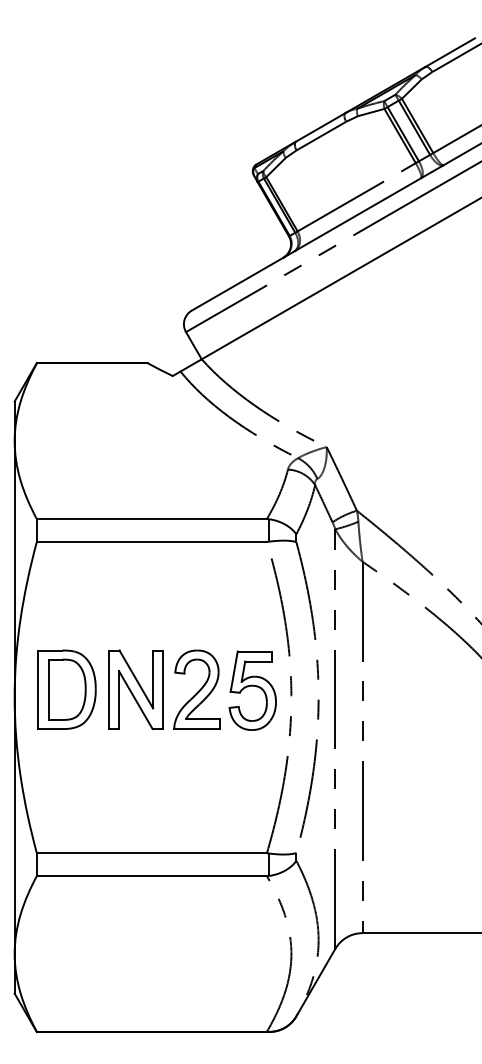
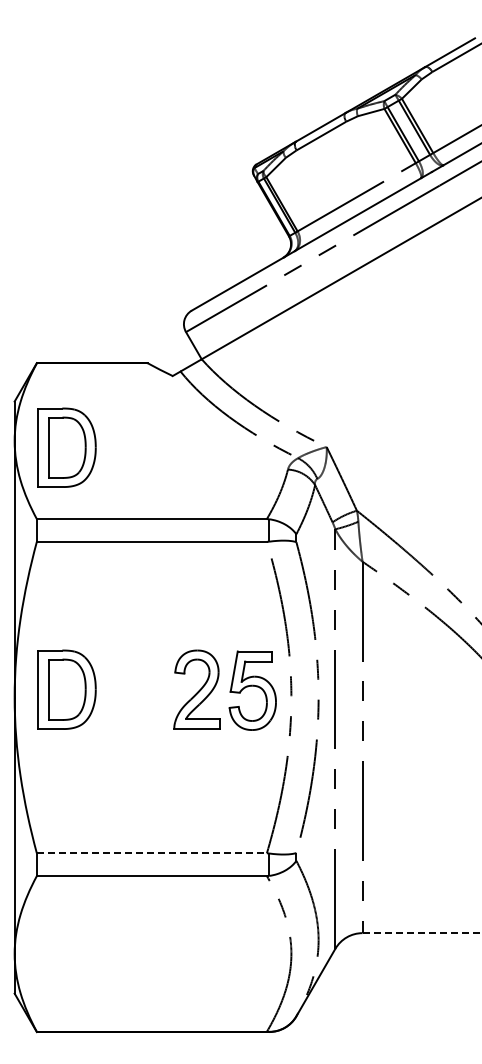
part at (66, 447): none -> present
part at (135, 689): present -> none
line at (152, 853): solid -> dashed
line at (422, 933): solid -> dashed
